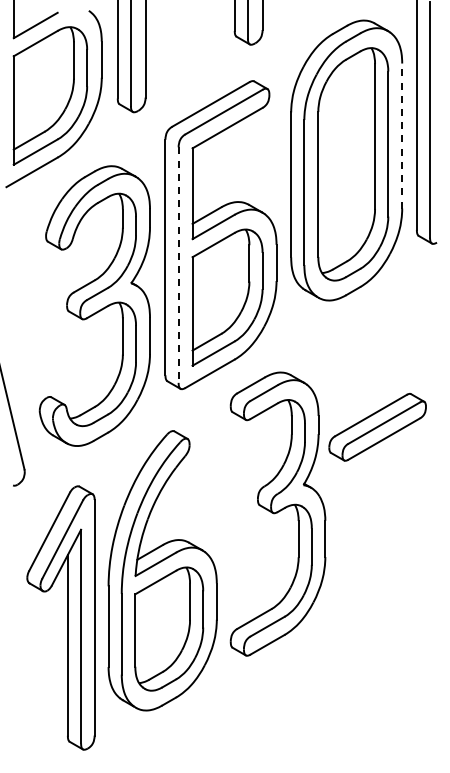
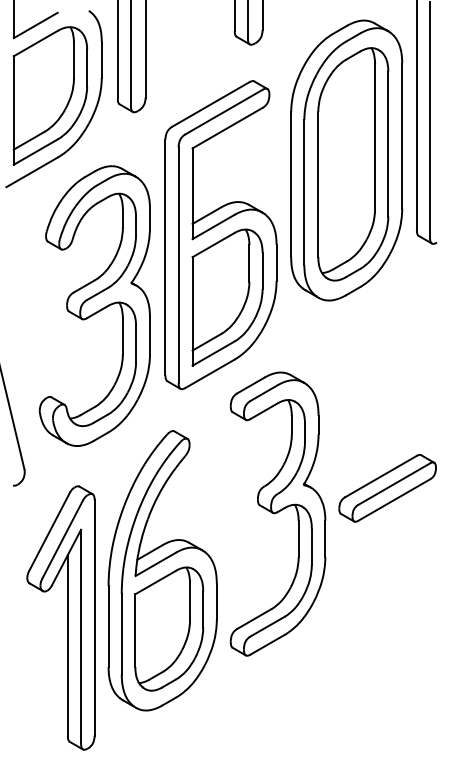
line at (402, 135): dashed -> solid
line at (178, 265): dashed -> solid
part at (377, 427) position: (377, 427) -> (387, 488)
